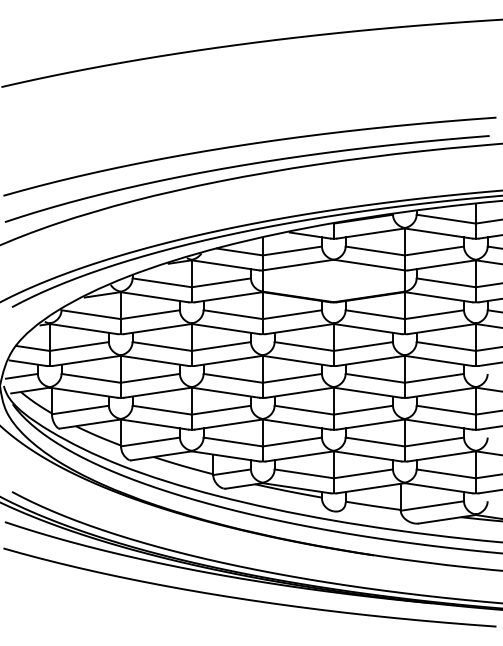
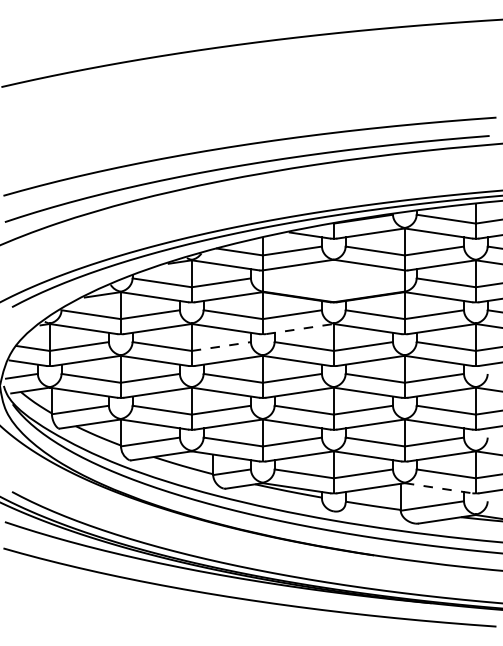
line at (300, 328): solid -> dashed
line at (221, 346): solid -> dashed
line at (439, 488): solid -> dashed
